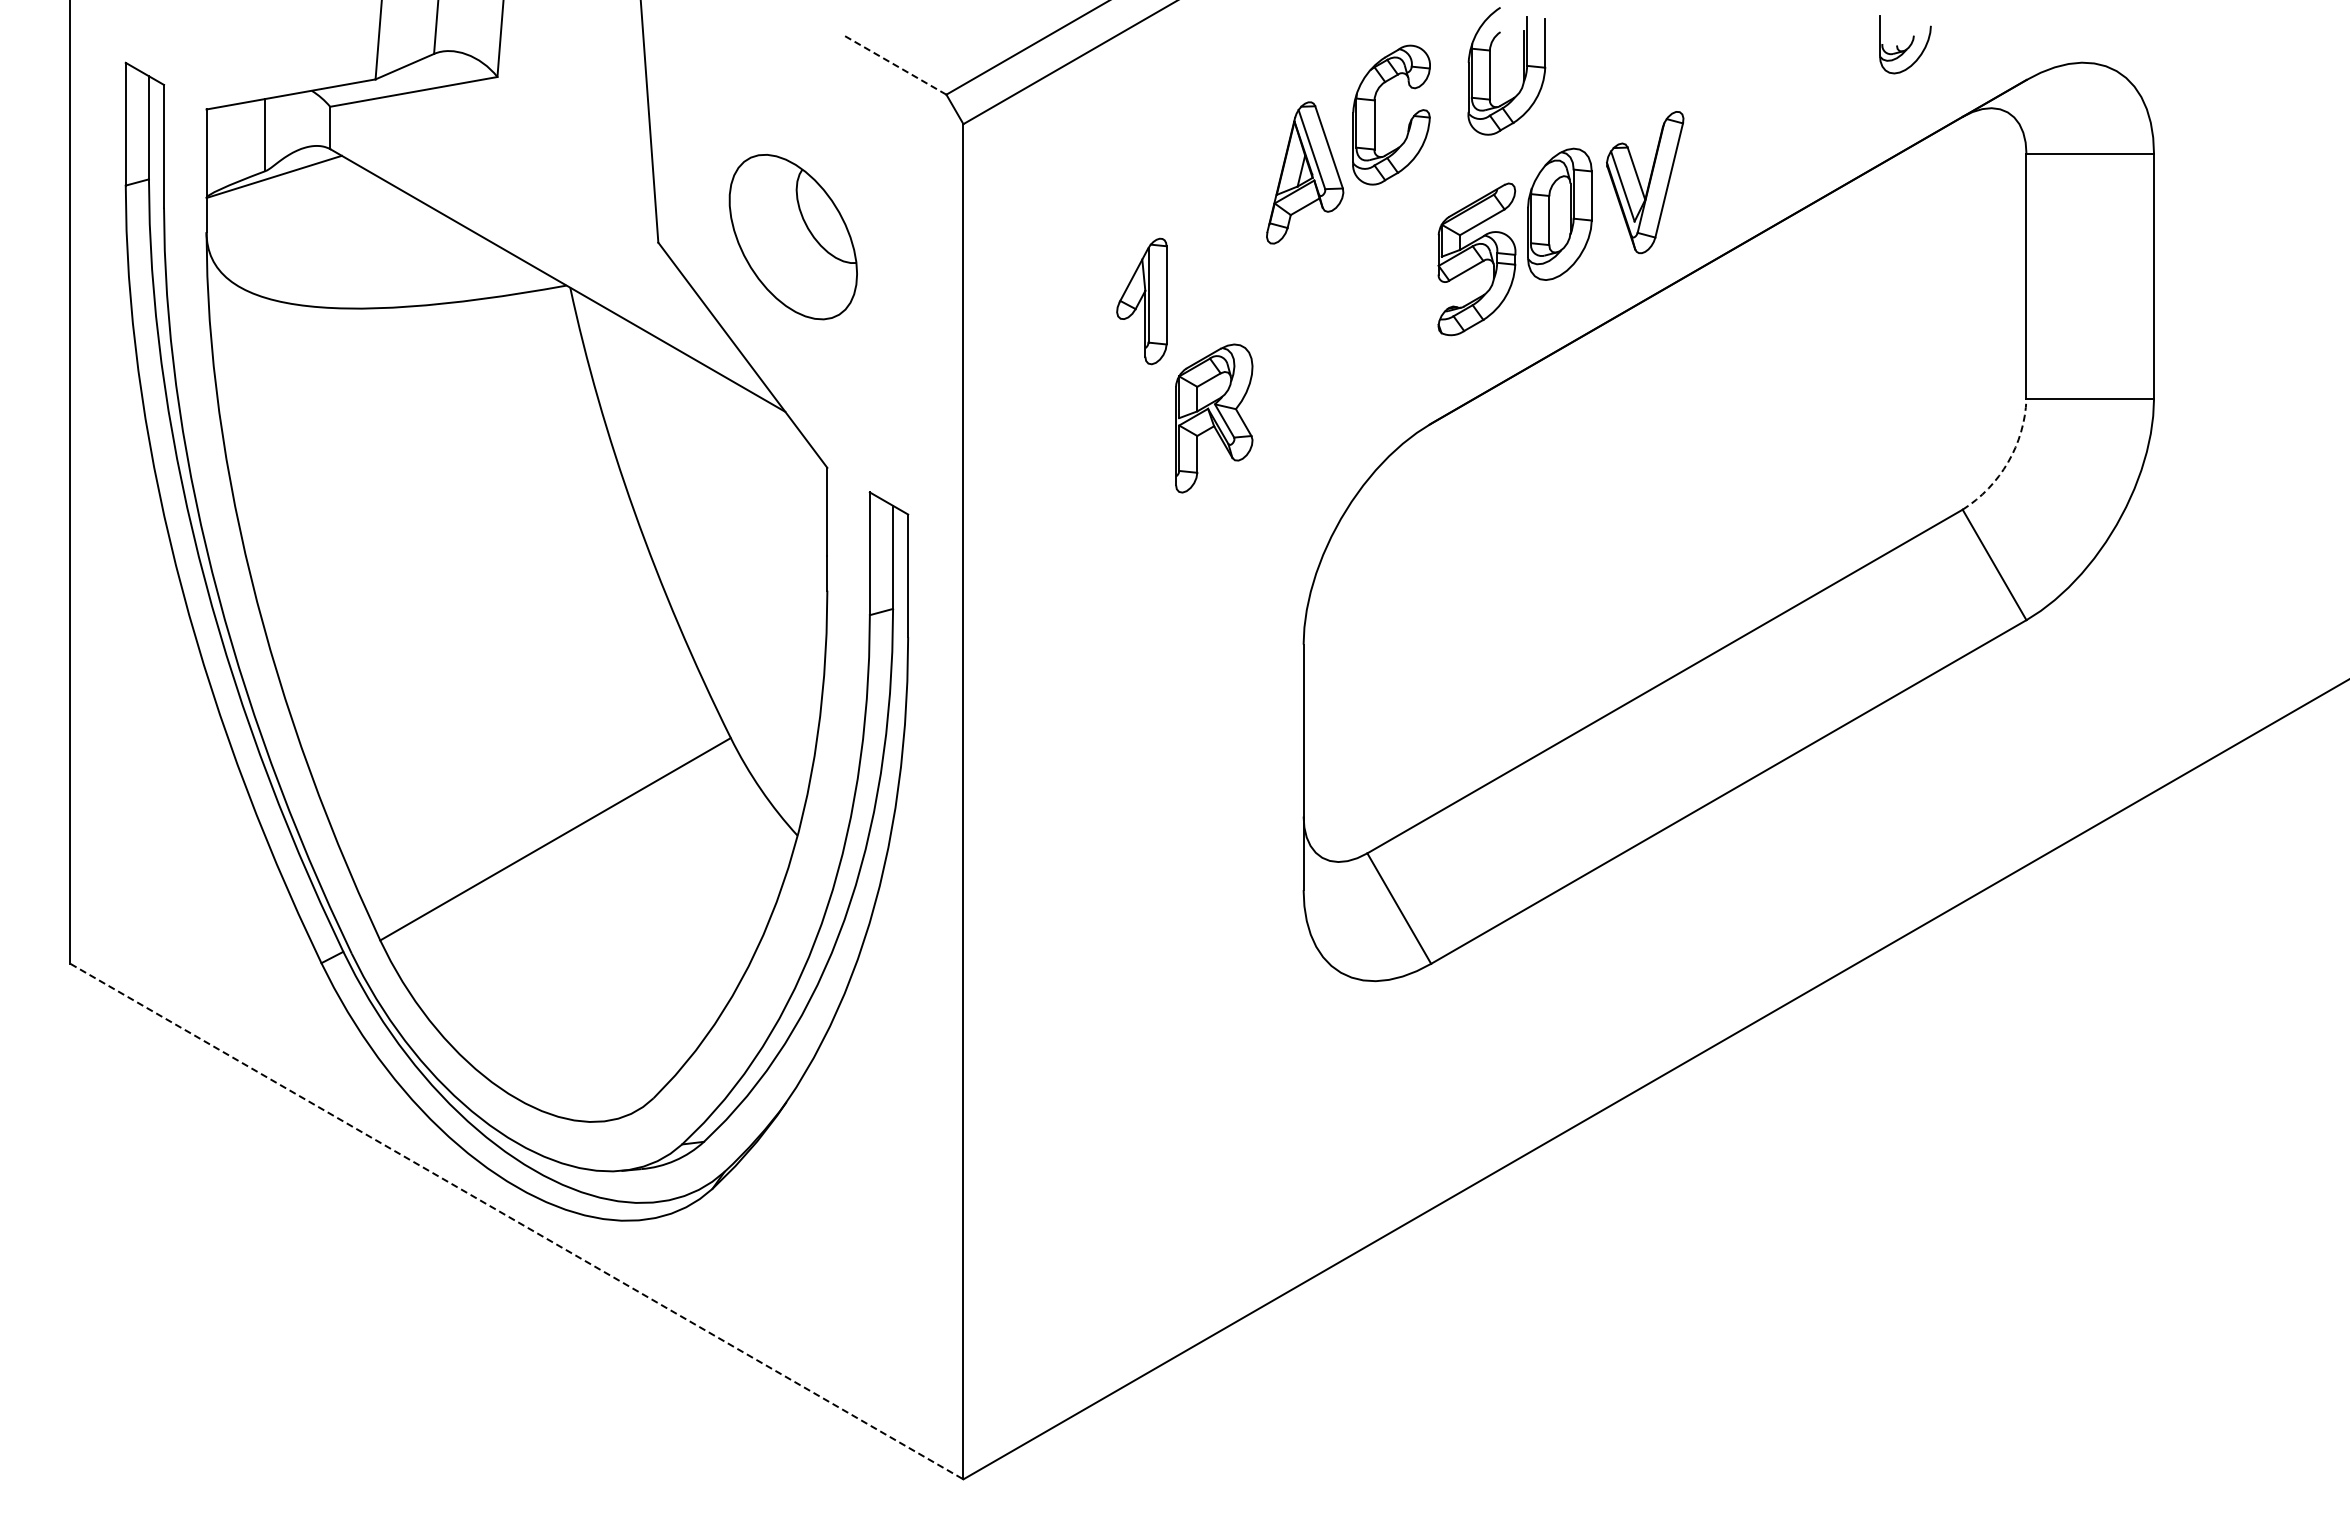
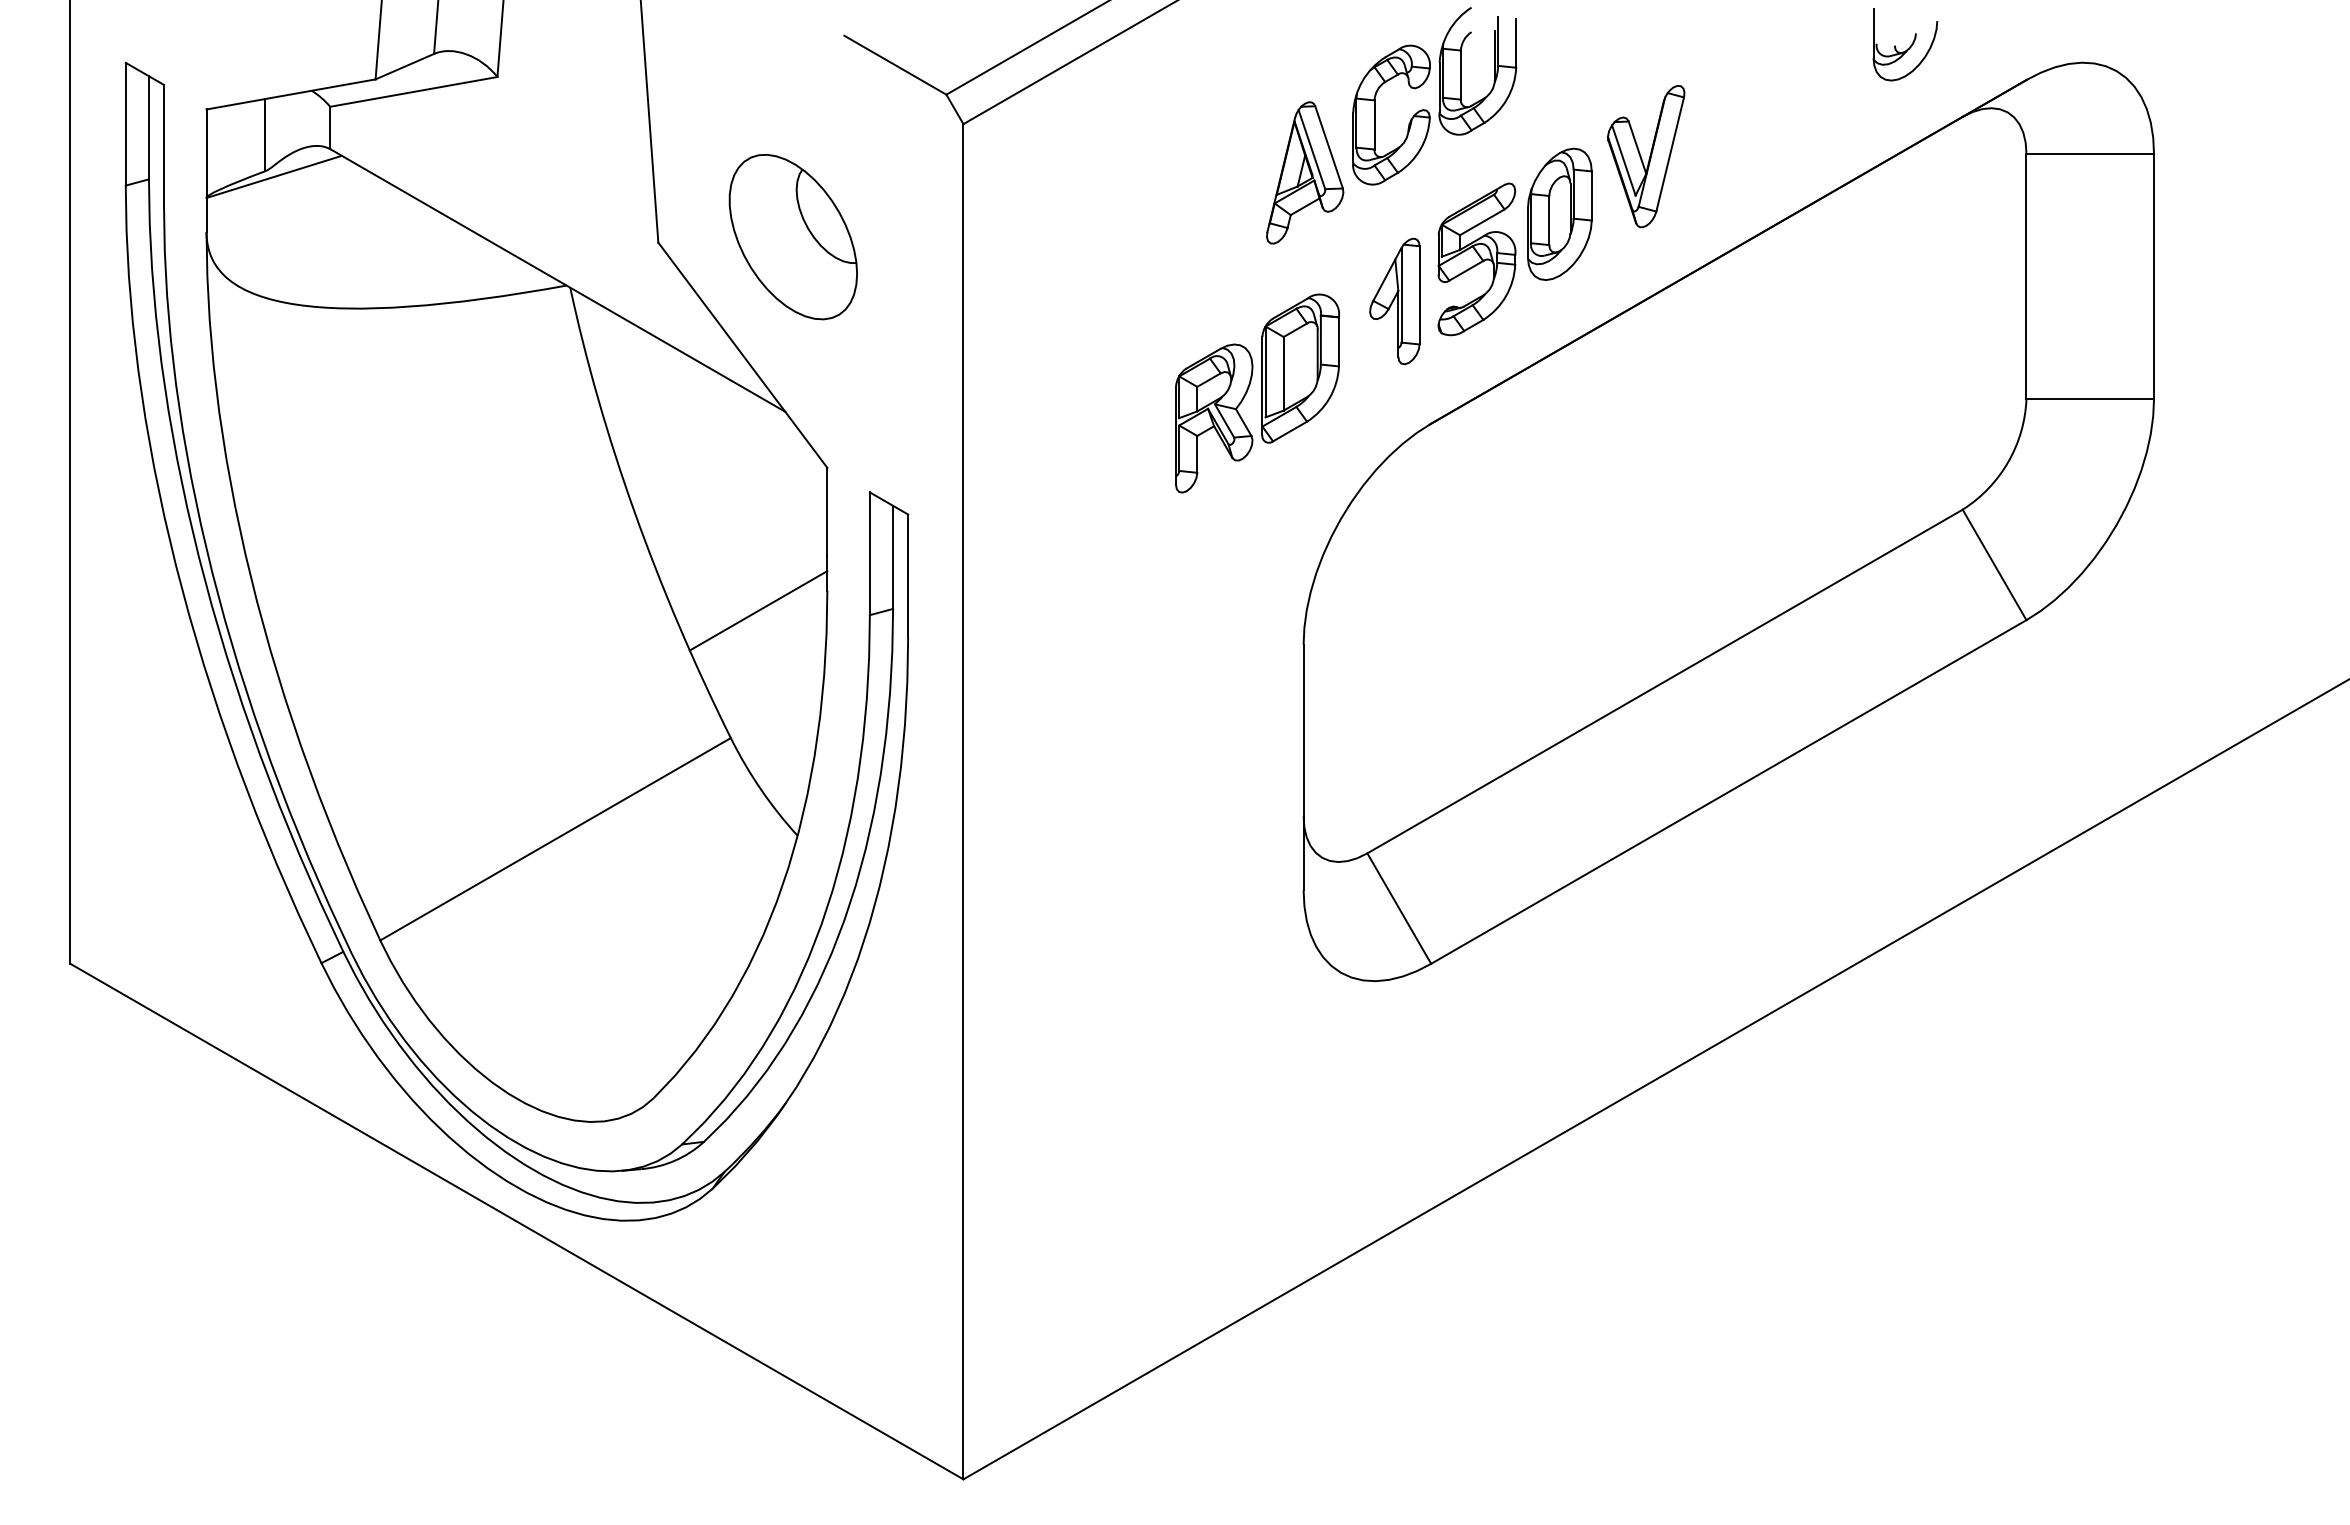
part at (1905, 44) size: 53x60 px -> 67x74 px
line at (895, 65): dashed -> solid
part at (1490, 71) position: (1490, 71) -> (1461, 71)
part at (1645, 182) position: (1645, 182) -> (1646, 156)
part at (1141, 301) position: (1141, 301) -> (1394, 301)
part at (1300, 368): none -> present
arc at (2008, 462): dashed -> solid
line at (758, 610): none -> present
line at (516, 1221): dashed -> solid
